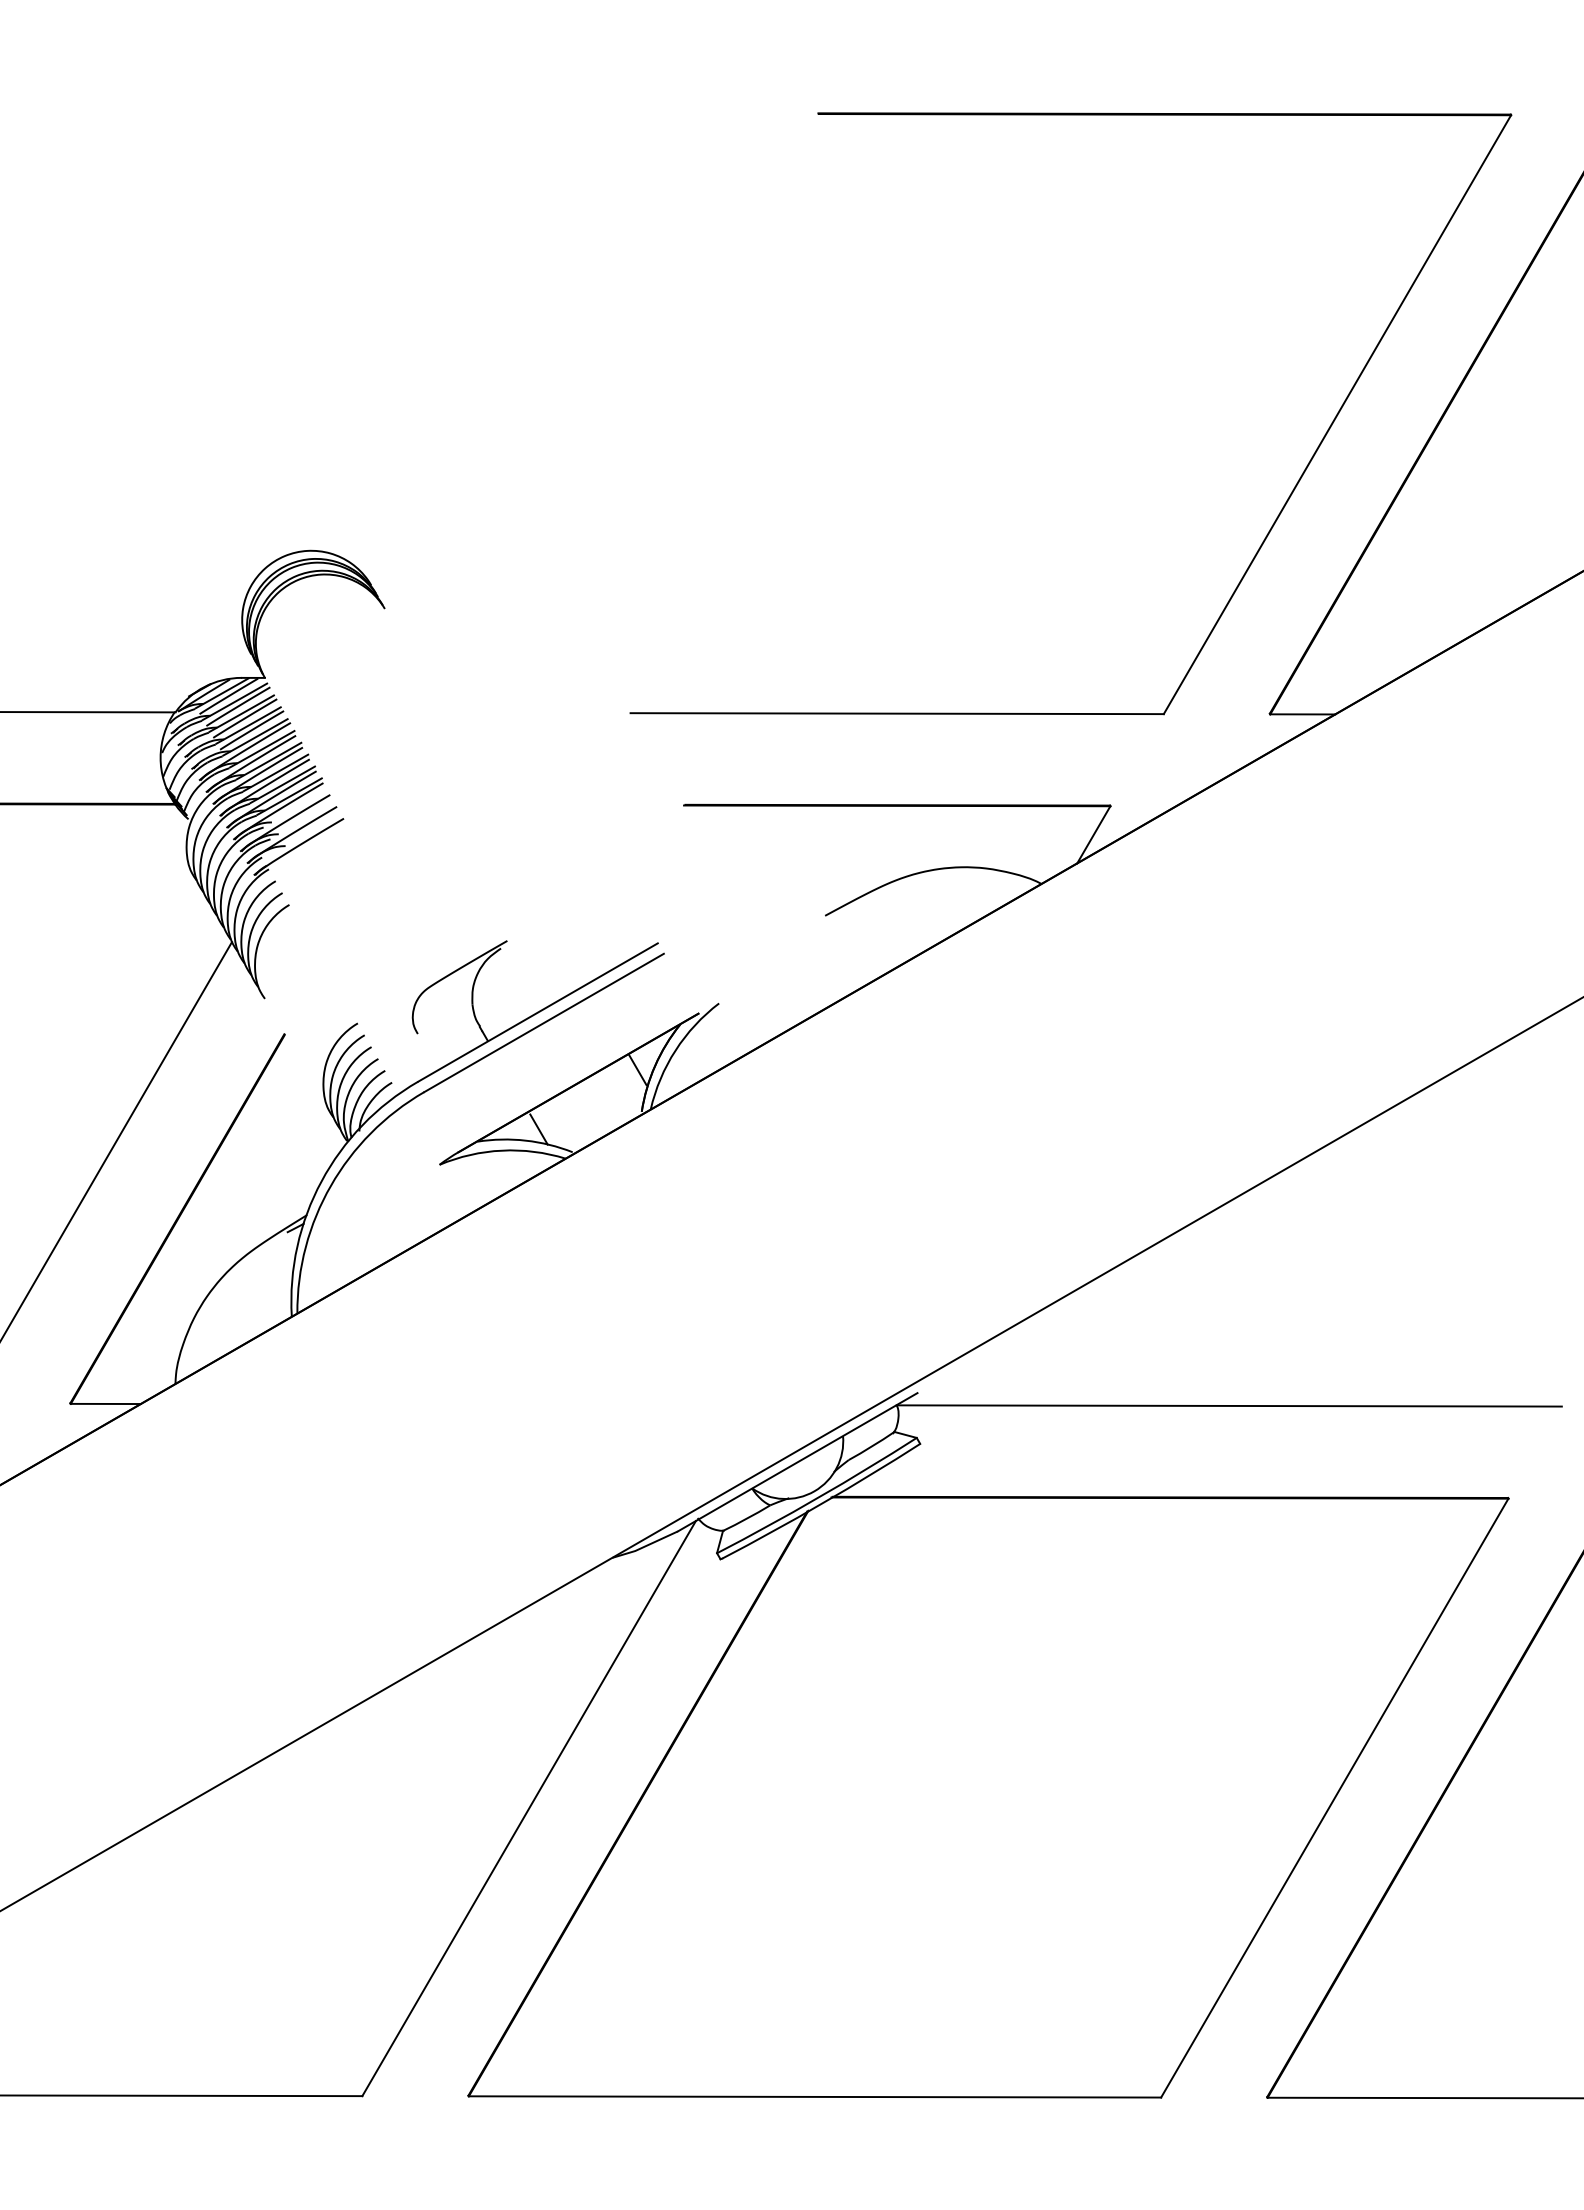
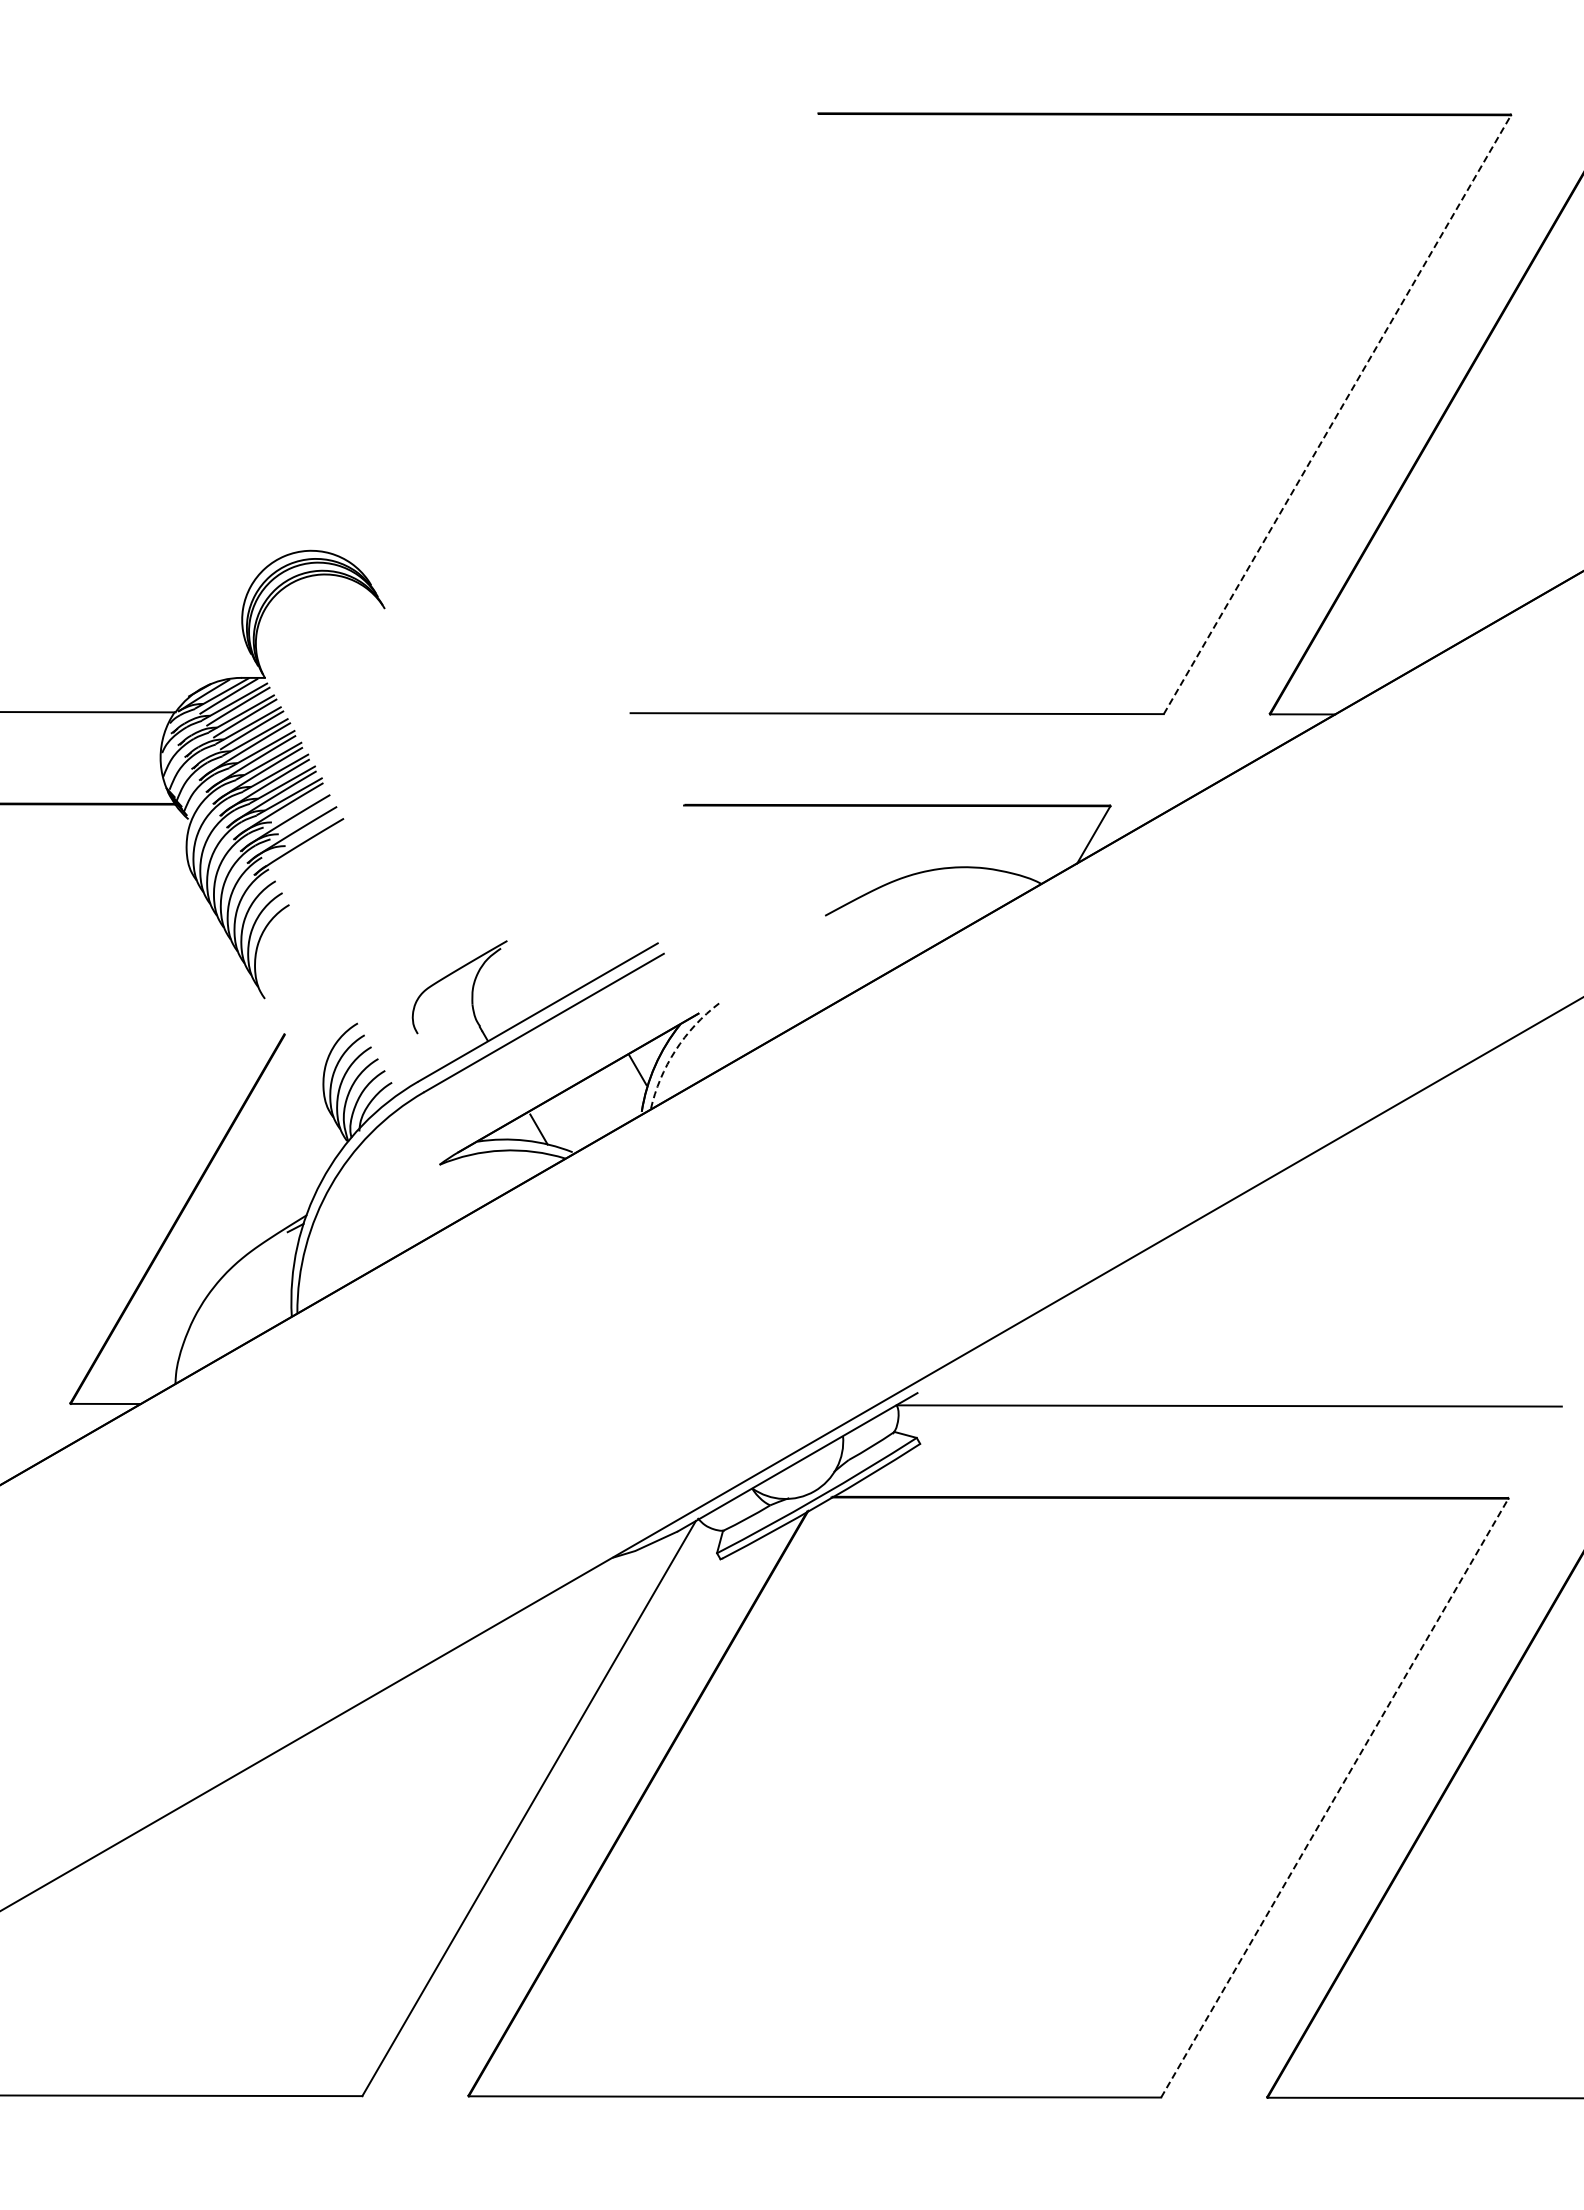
line at (1337, 414): solid -> dashed
arc at (675, 1050): solid -> dashed
line at (116, 1139): present -> none
line at (1335, 1797): solid -> dashed
